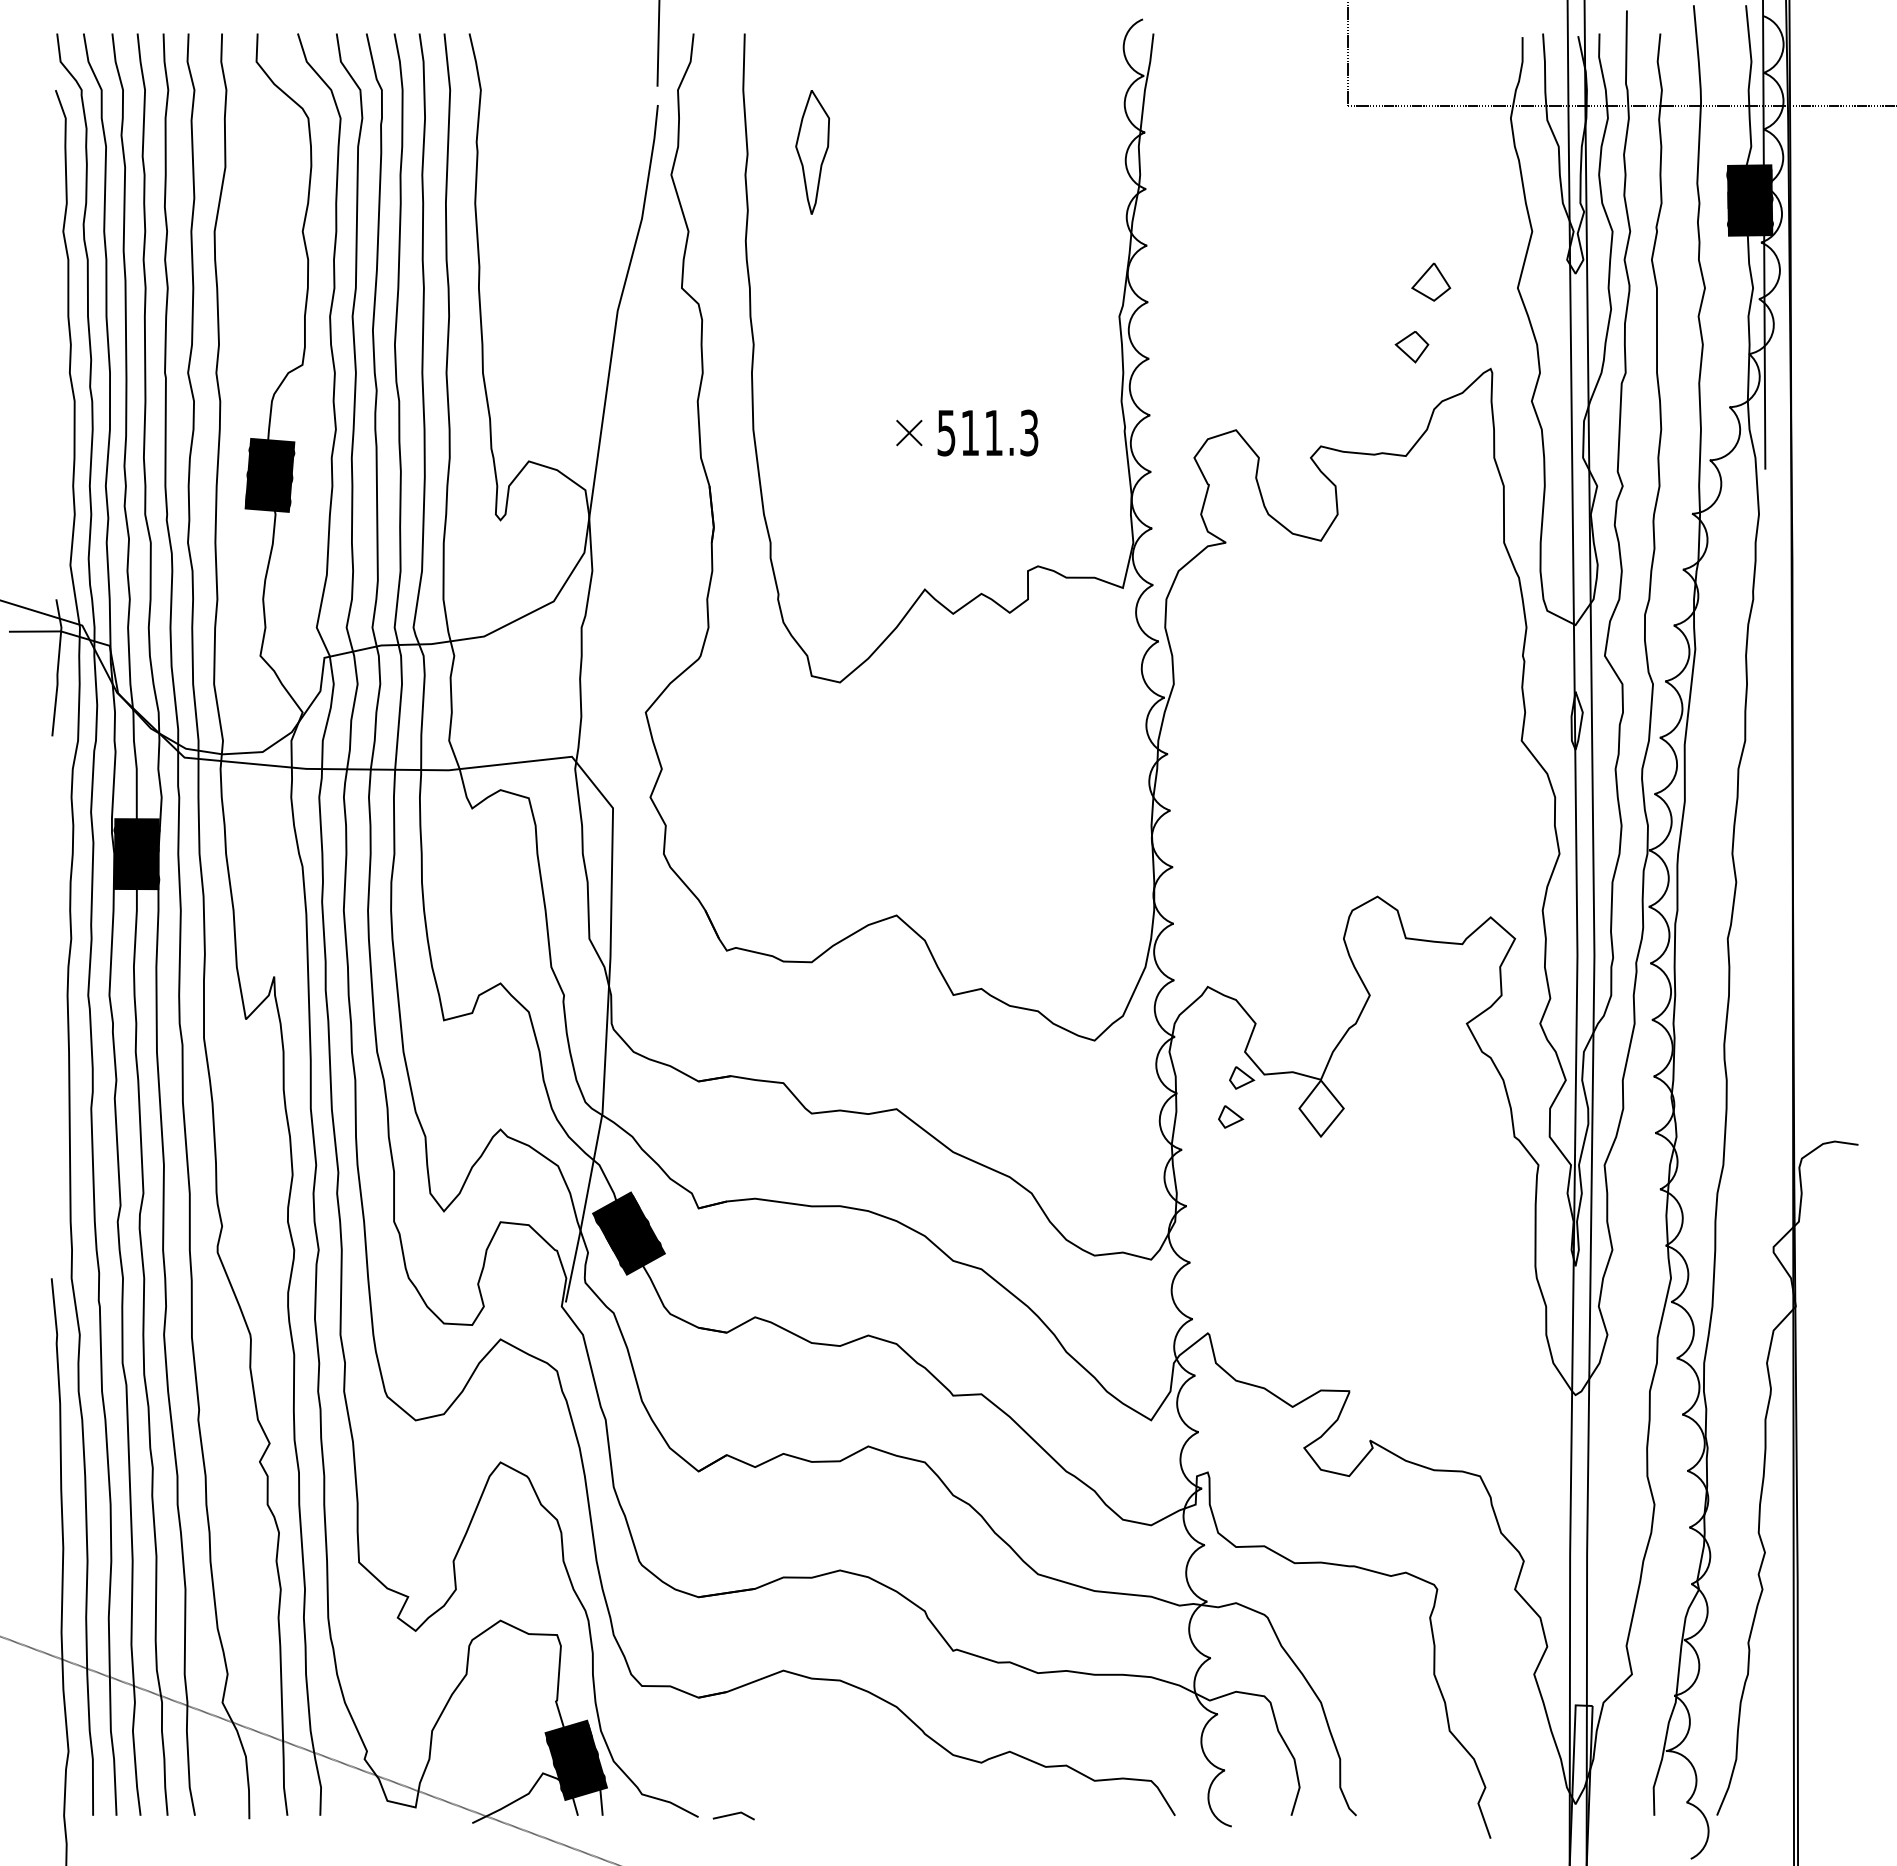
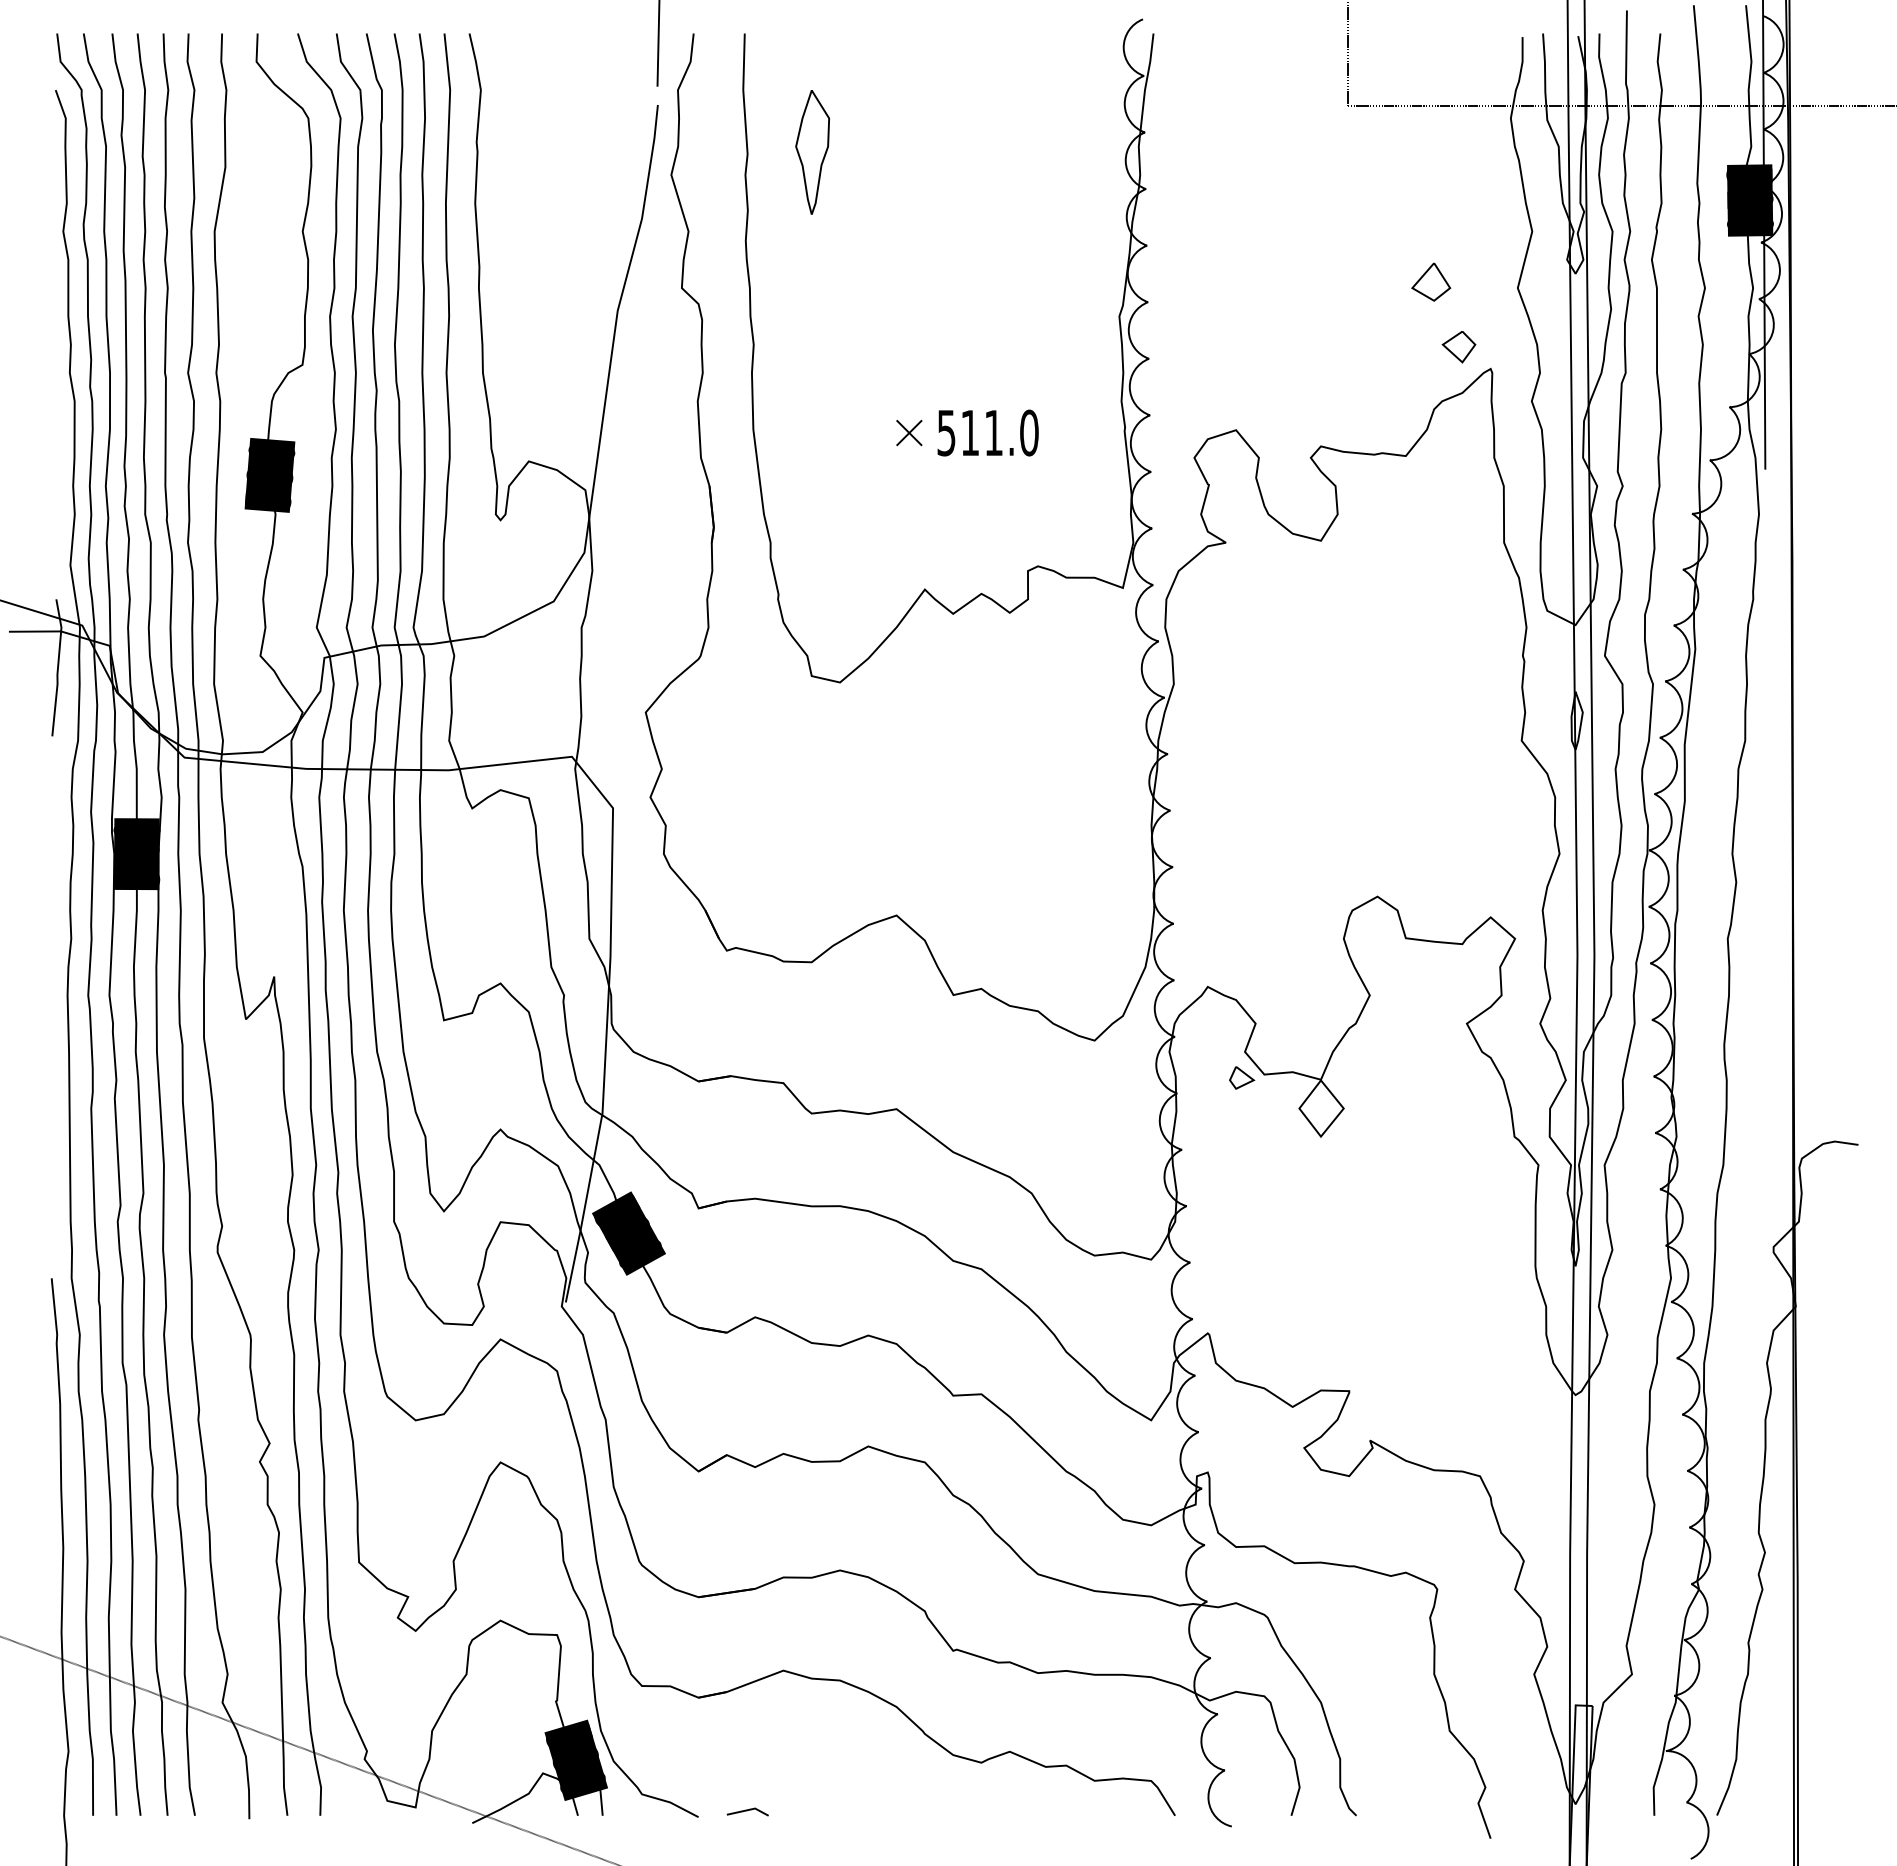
part at (1411, 347) position: (1411, 347) -> (1458, 347)
text at (1029, 432): 511.3 -> 511.0
part at (1231, 1116): present -> none
line at (733, 1815) position: (733, 1815) -> (747, 1811)
